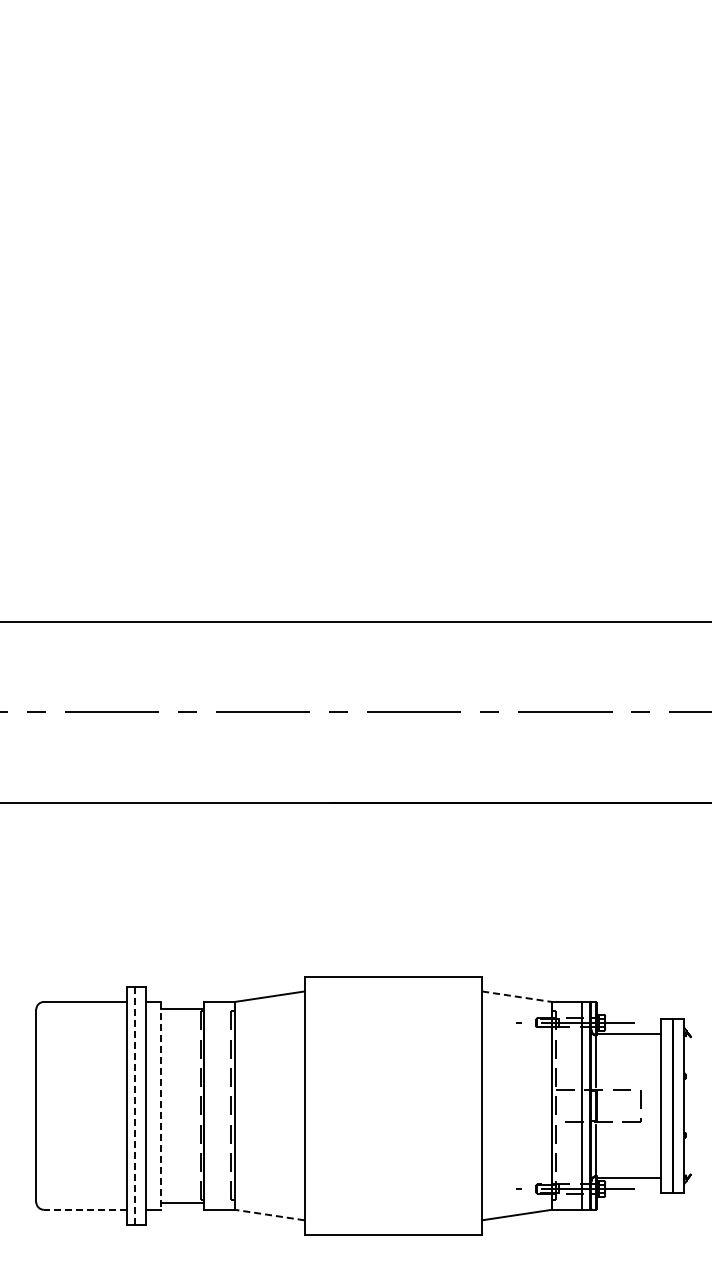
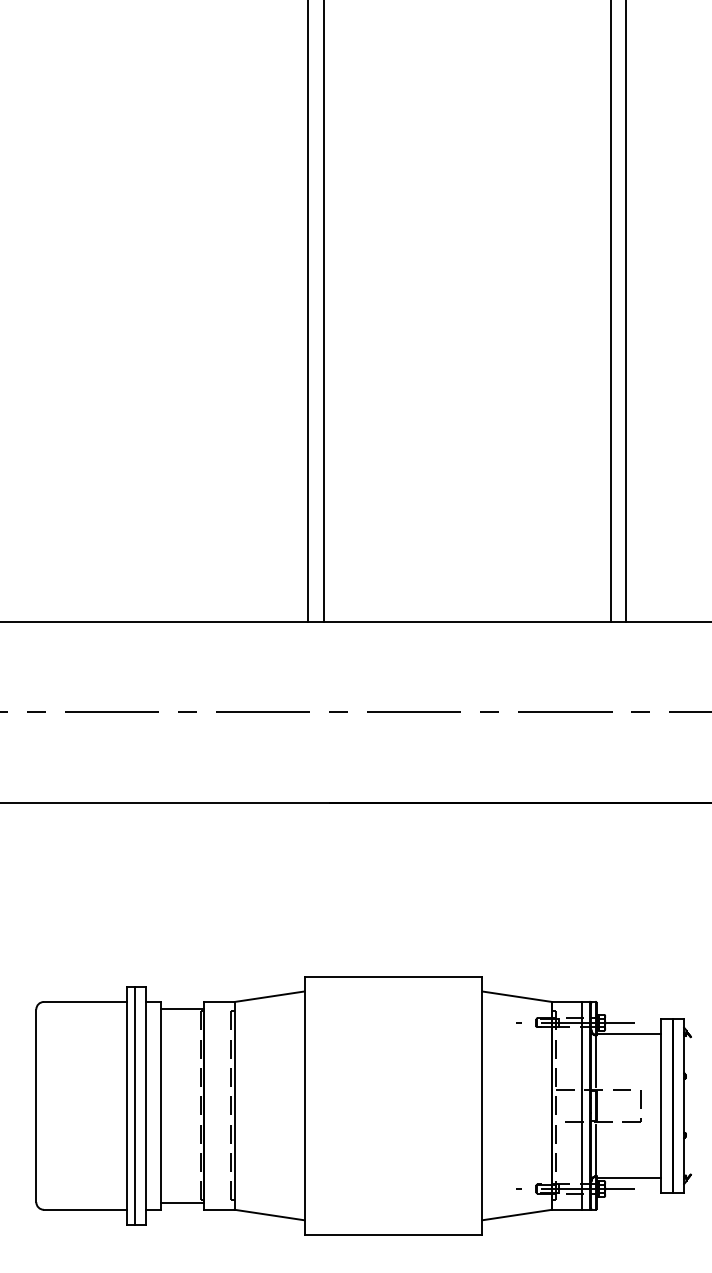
line at (308, 311): none -> present
line at (323, 311): none -> present
line at (610, 311): none -> present
line at (625, 311): none -> present
line at (517, 996): dashed -> solid
line at (161, 1105): dashed -> solid
line at (134, 1106): dashed -> solid
line at (85, 1209): dashed -> solid
line at (269, 1214): dashed -> solid
